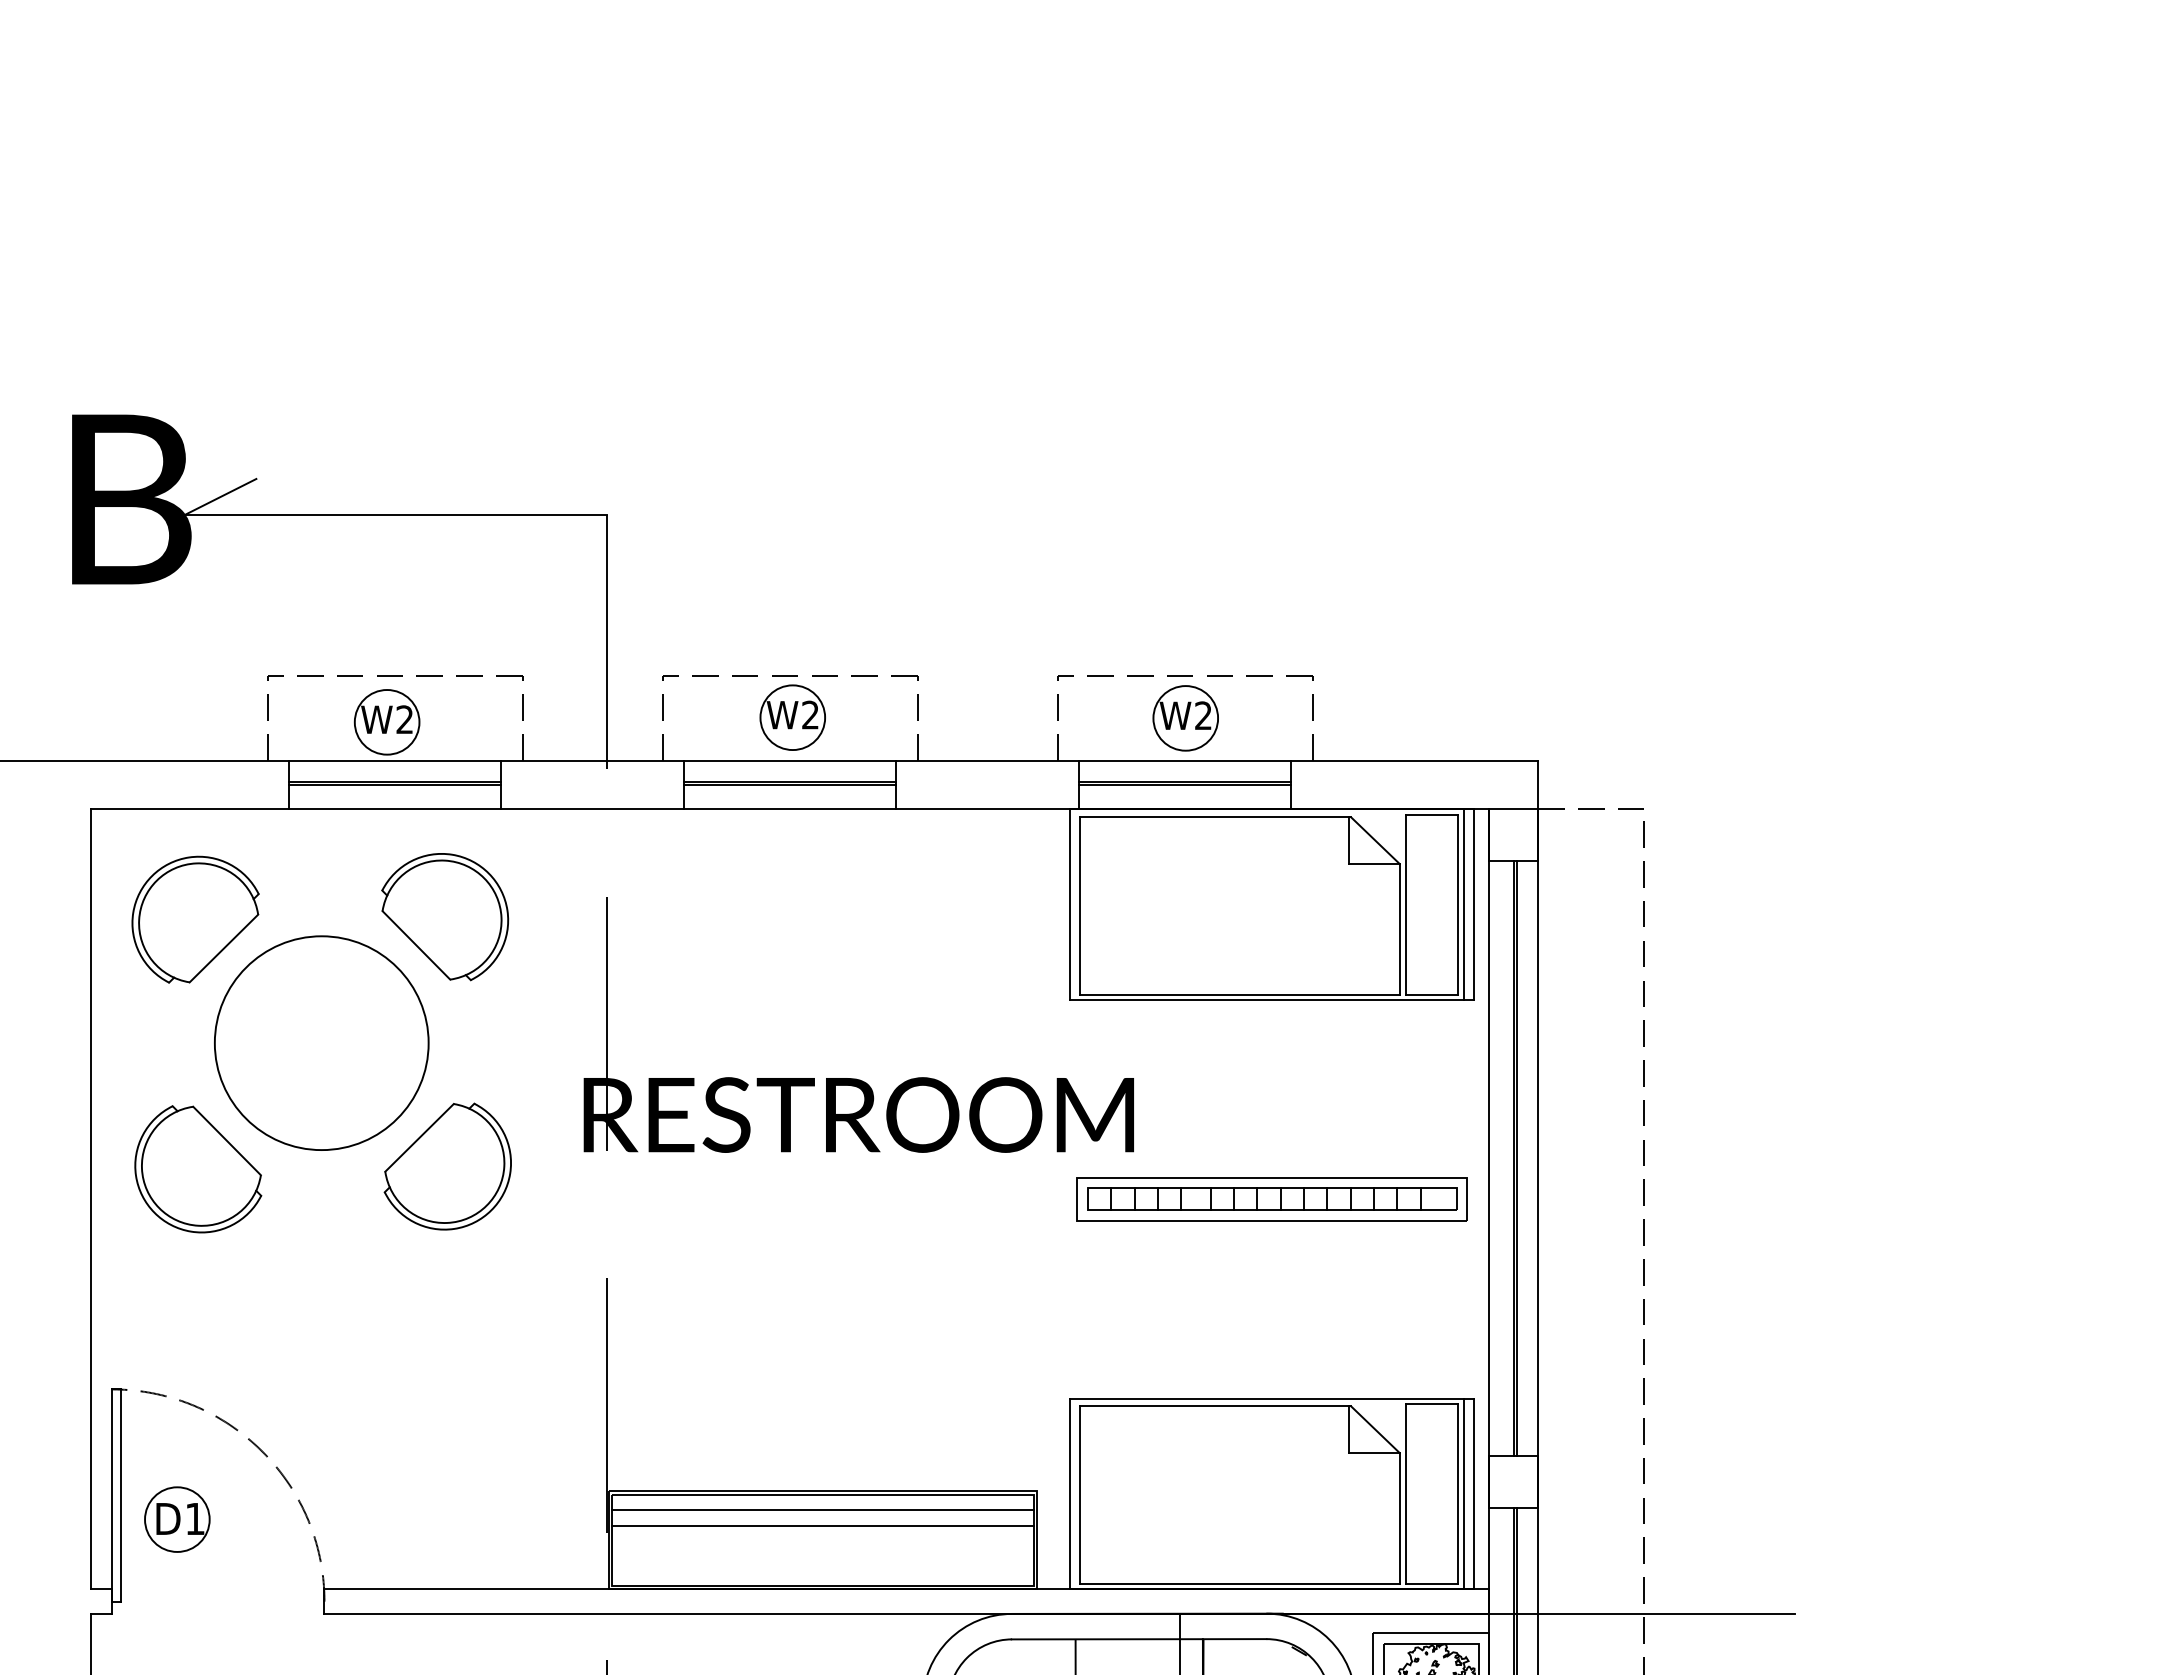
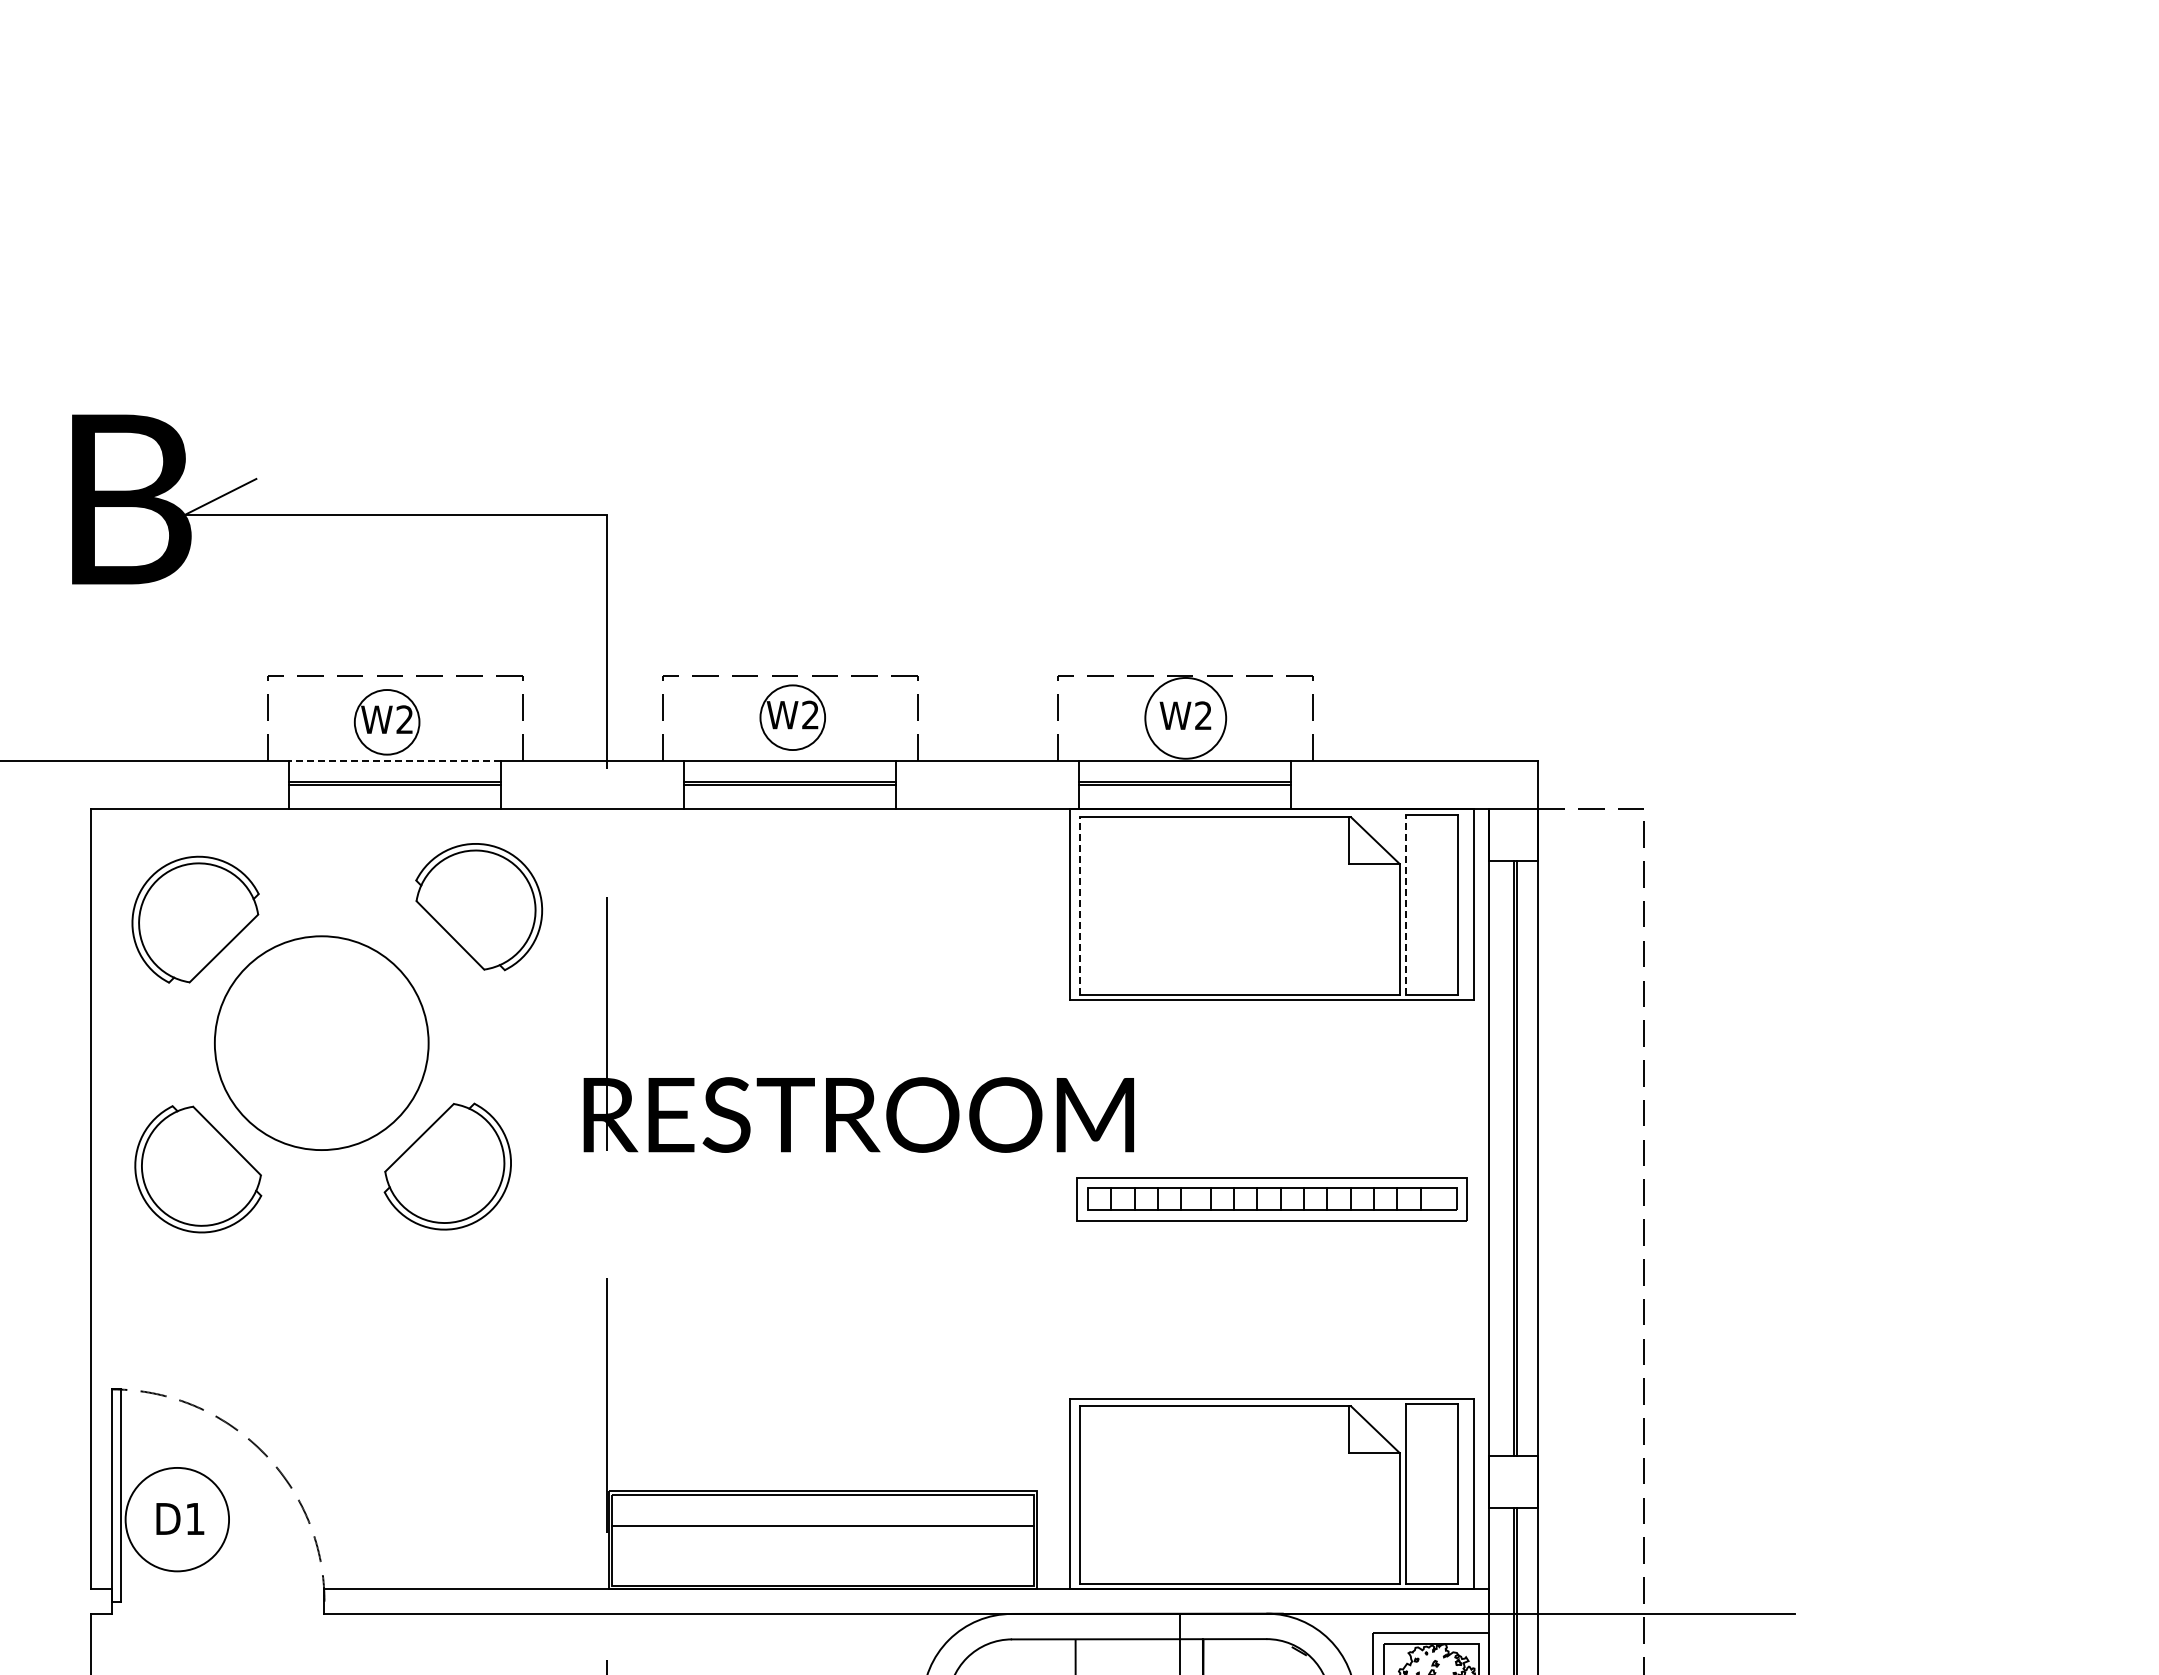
circle at (1185, 718) diameter: 65 px -> 81 px
line at (394, 760): solid -> dashed
line at (1405, 904): solid -> dashed
line at (1463, 904): present -> none
line at (1080, 905): solid -> dashed
part at (445, 917) position: (445, 917) -> (479, 907)
line at (1463, 1493): present -> none
line at (822, 1510): present -> none
circle at (177, 1519) diameter: 65 px -> 103 px
